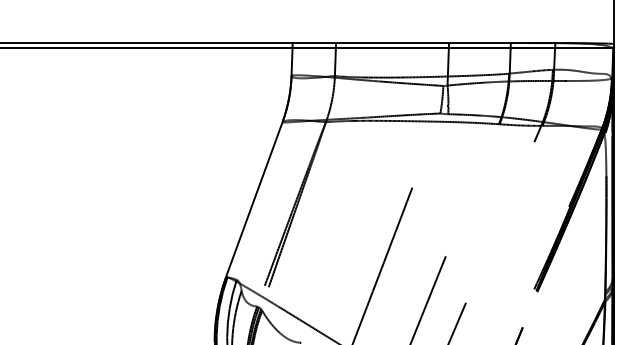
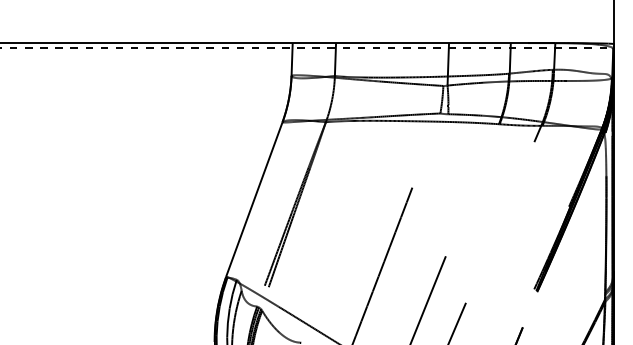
line at (307, 48): solid -> dashed
